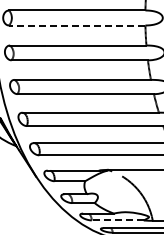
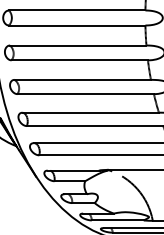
line at (76, 25): dashed -> solid
line at (117, 220): dashed -> solid
